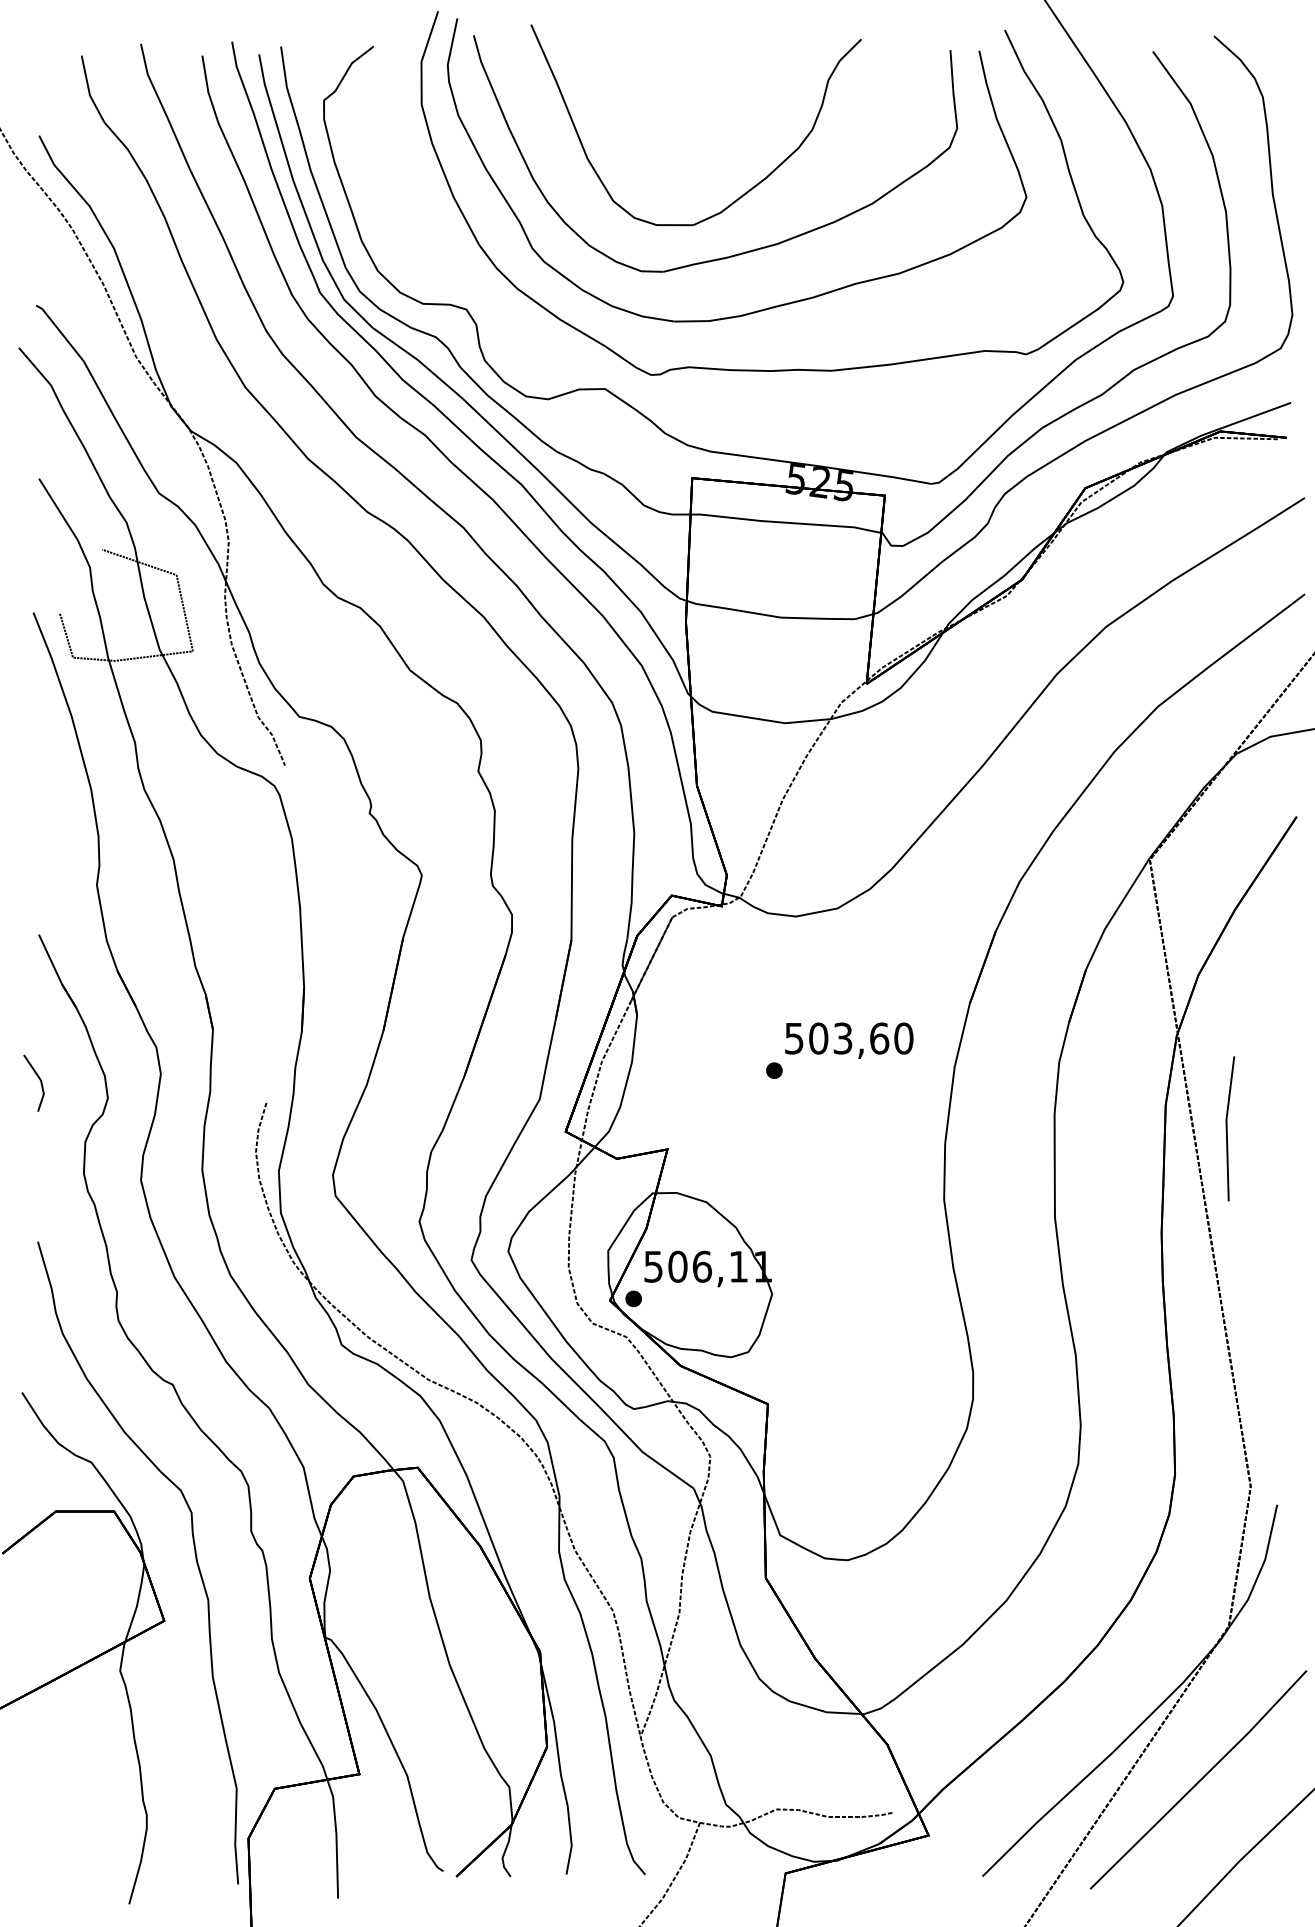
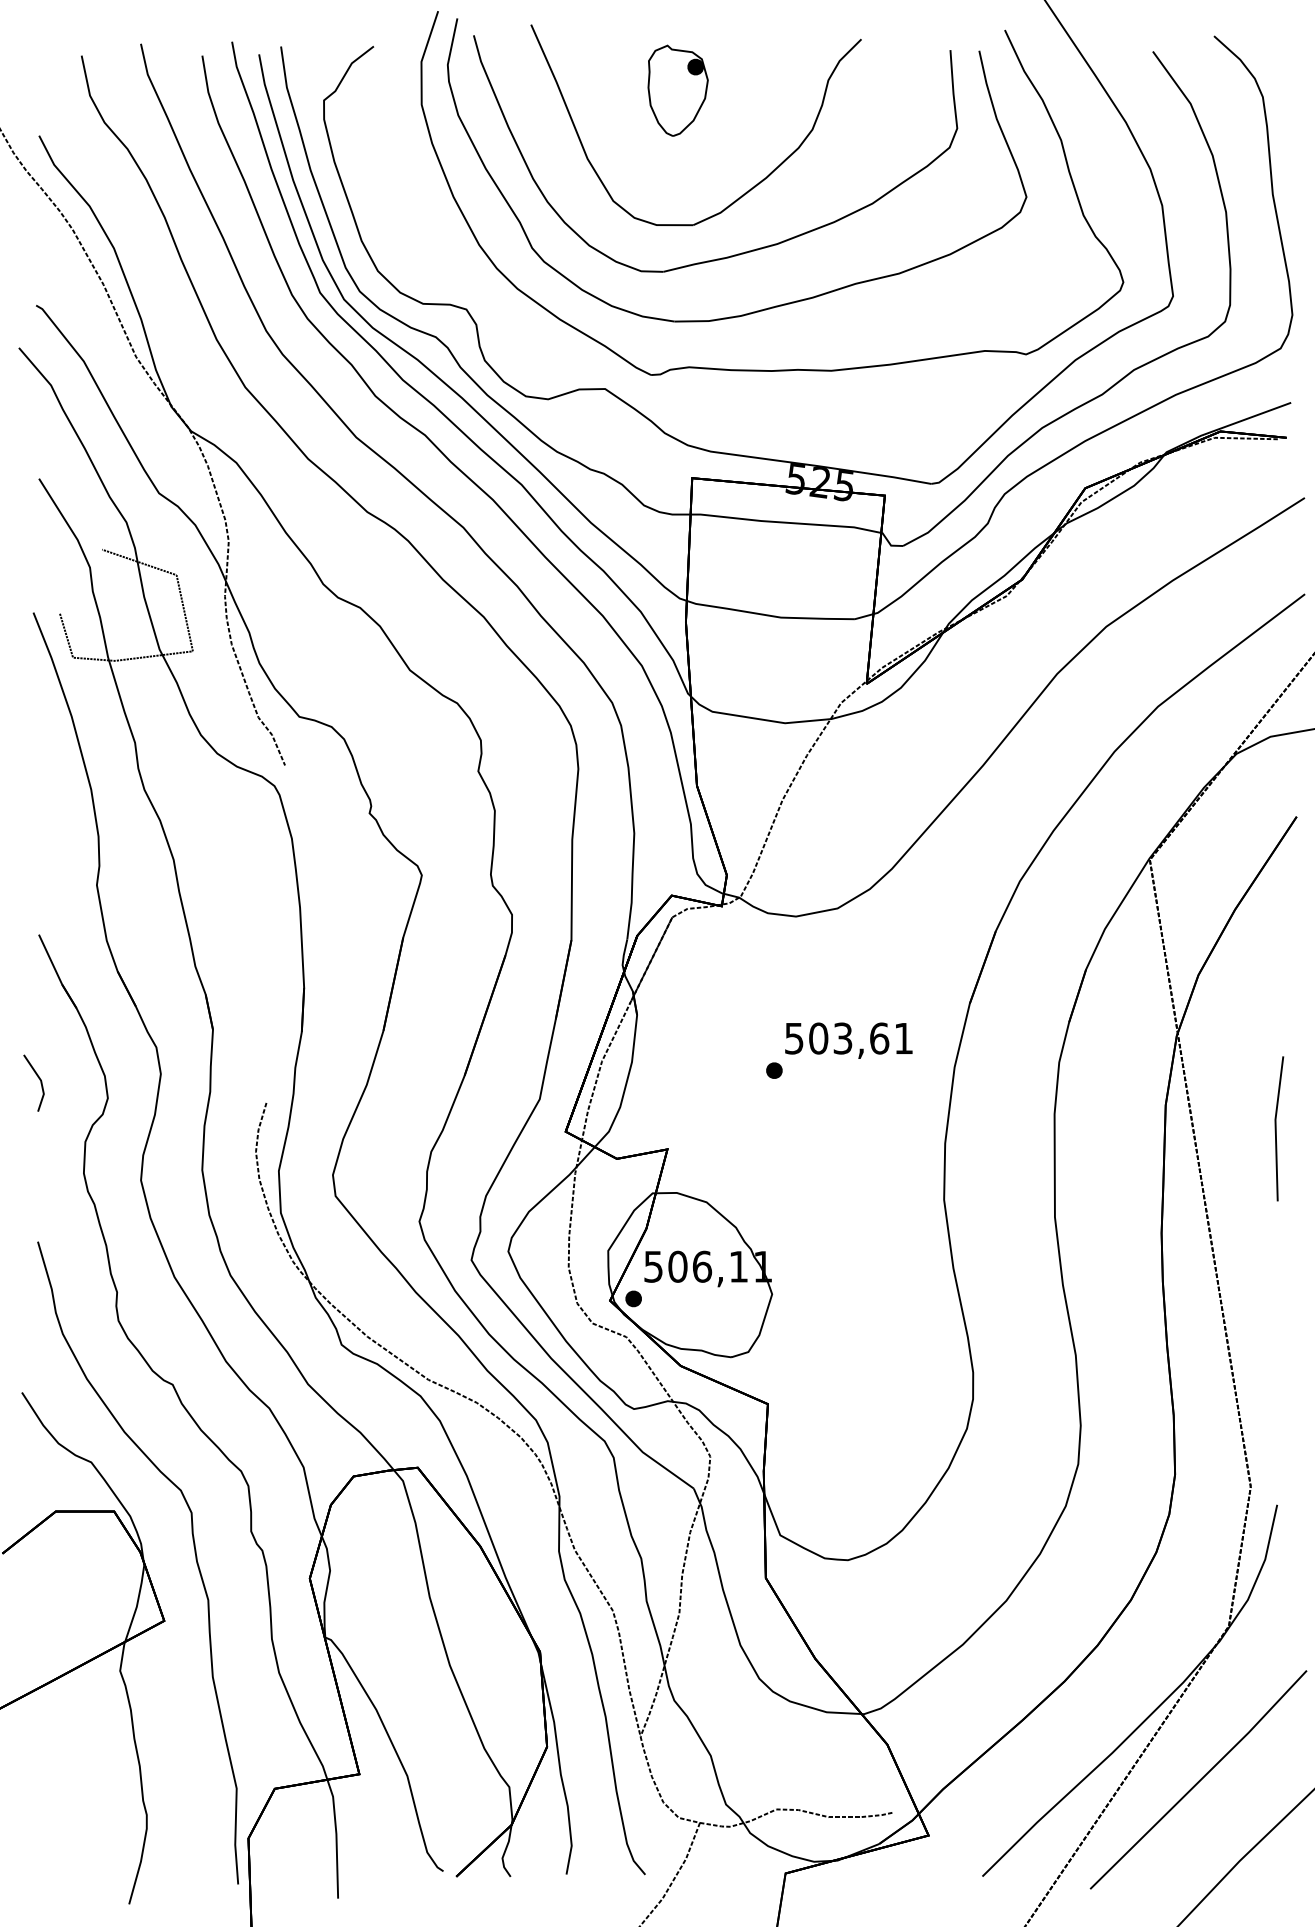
part at (677, 90): none -> present
text at (903, 1038): 503,60 -> 503,61
line at (1227, 1128) position: (1227, 1128) -> (1276, 1128)
